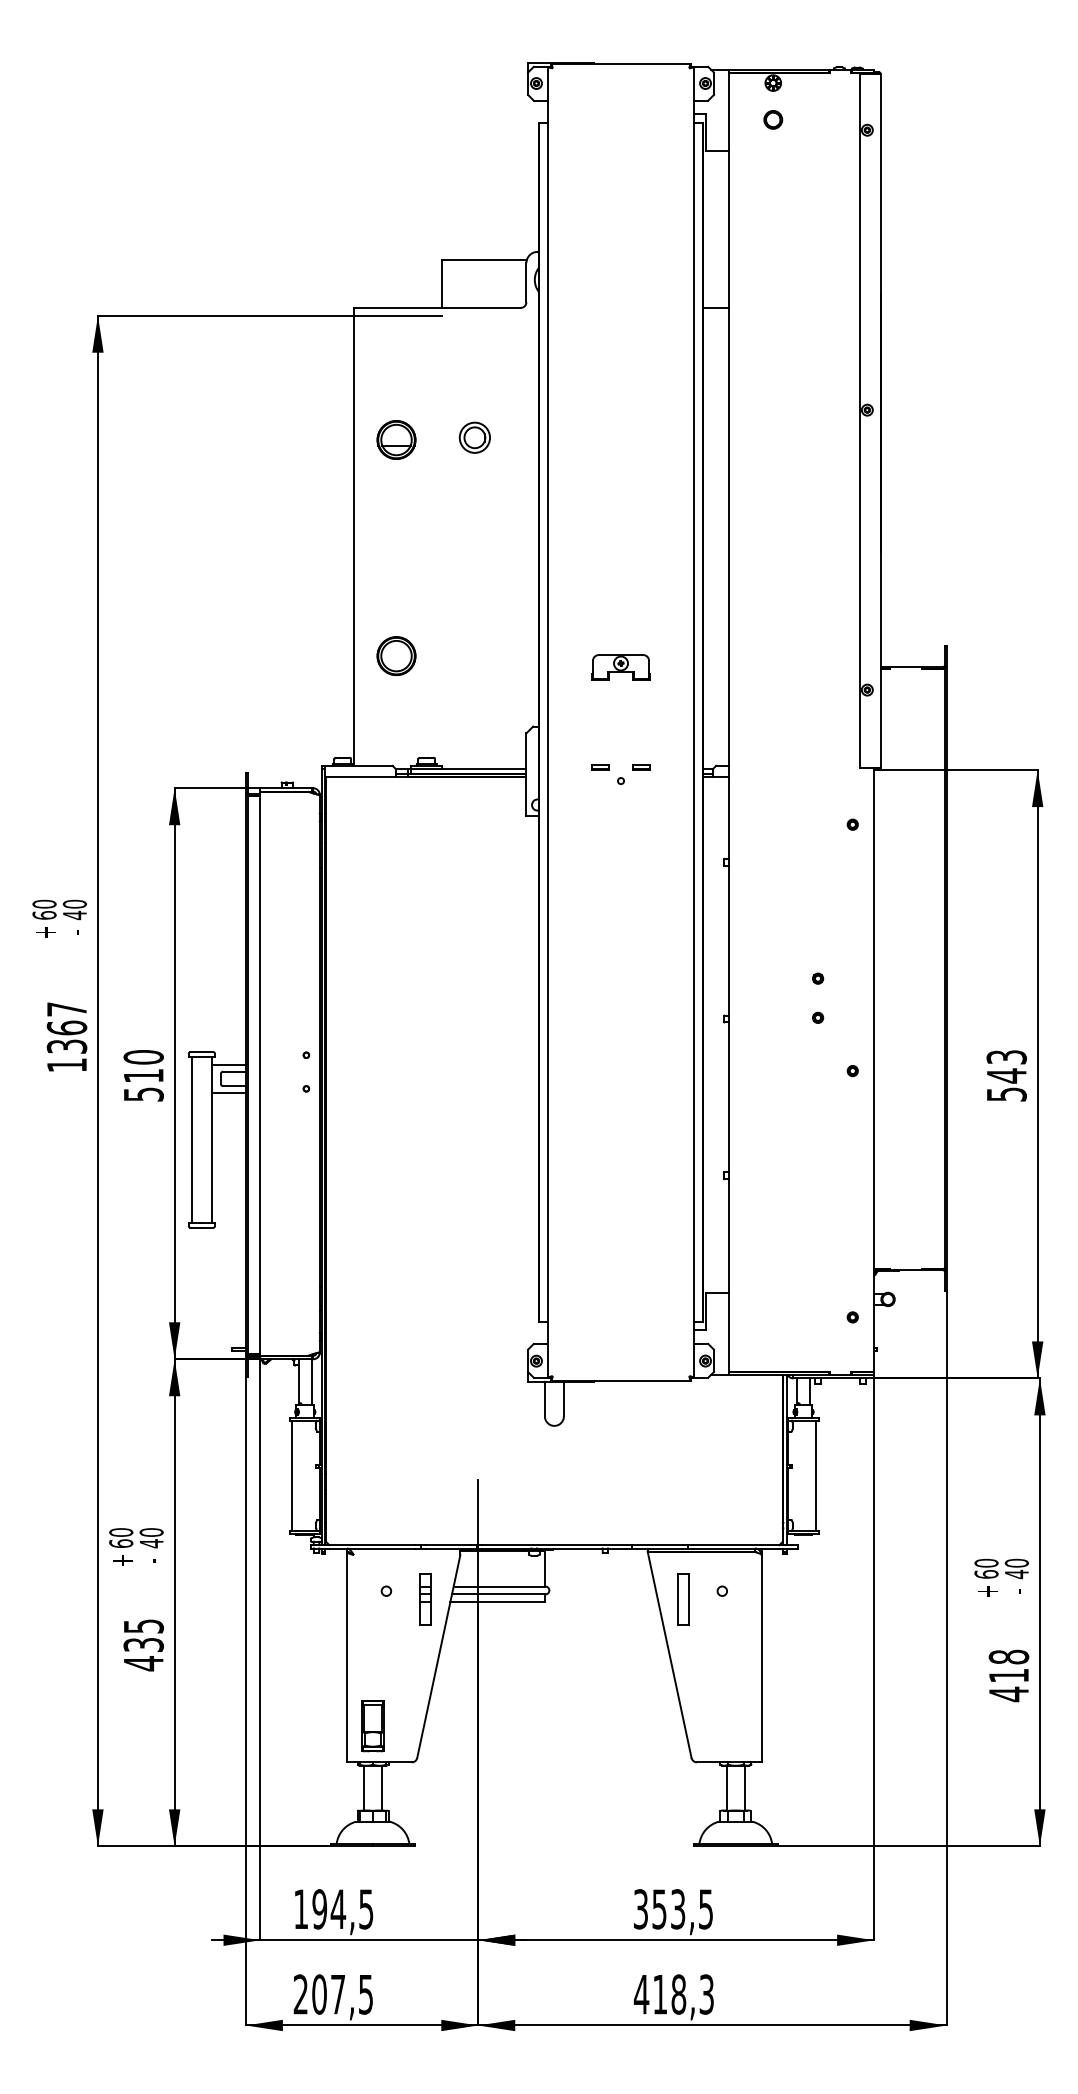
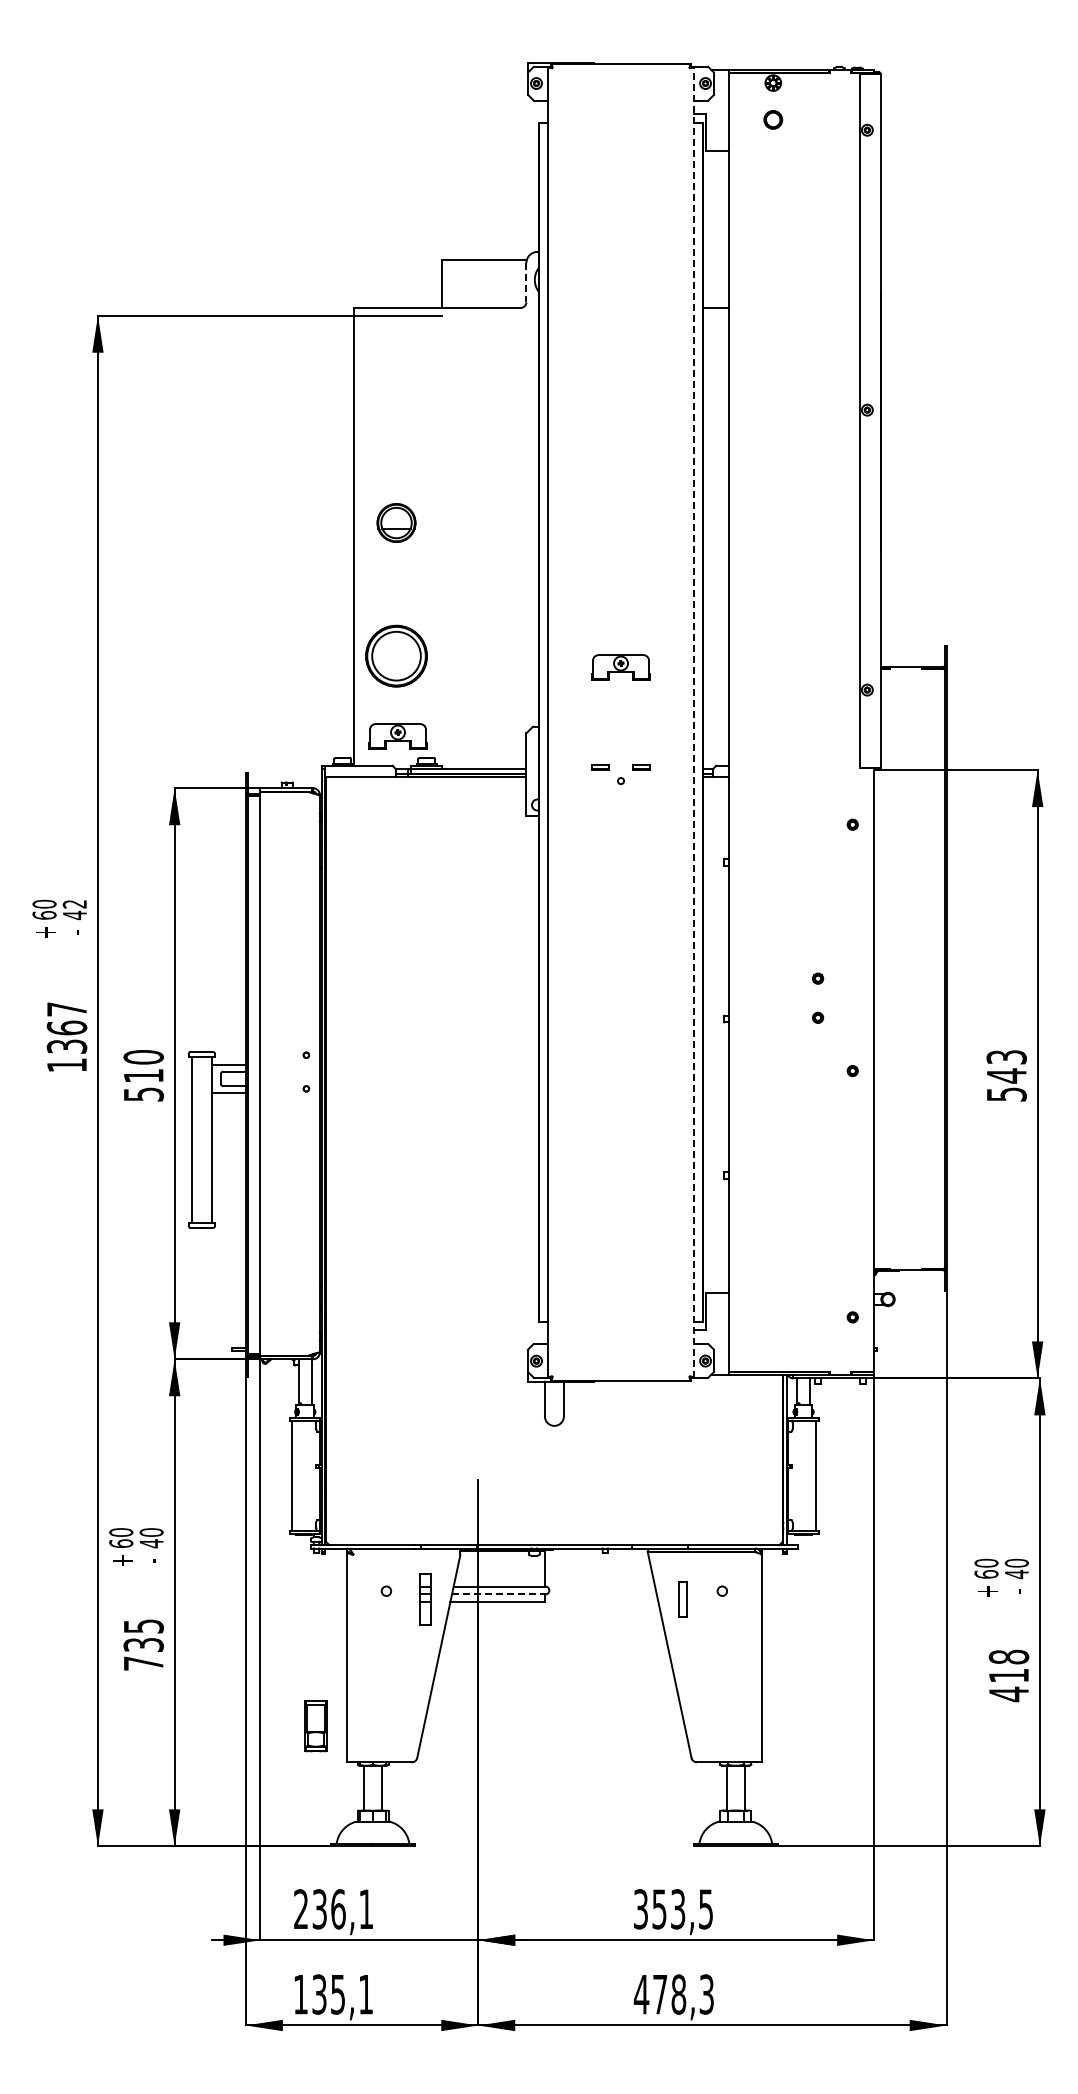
line at (526, 282): solid -> dashed
part at (474, 437): present -> none
part at (396, 439) position: (396, 439) -> (396, 522)
part at (396, 655) size: 41x40 px -> 63x64 px
line at (693, 721): solid -> dashed
part at (397, 736): none -> present
text at (74, 903): 40 -> 42
line at (498, 1594): solid -> dashed
part at (683, 1599) size: 13x53 px -> 10x37 px
text at (143, 1663): 435 -> 735
part at (372, 1726) position: (372, 1726) -> (315, 1726)
text at (333, 1909): 194,5 -> 236,1
text at (332, 1994): 207,5 -> 135,1
text at (660, 1994): 418,3 -> 478,3
